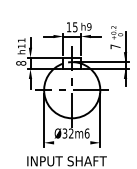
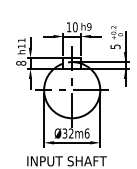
text at (74, 27): 15 -> 10
text at (115, 46): 7 -> 5
line at (72, 142): none -> present
